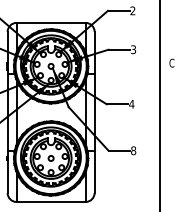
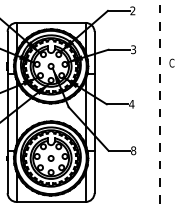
line at (160, 106): solid -> dashed
